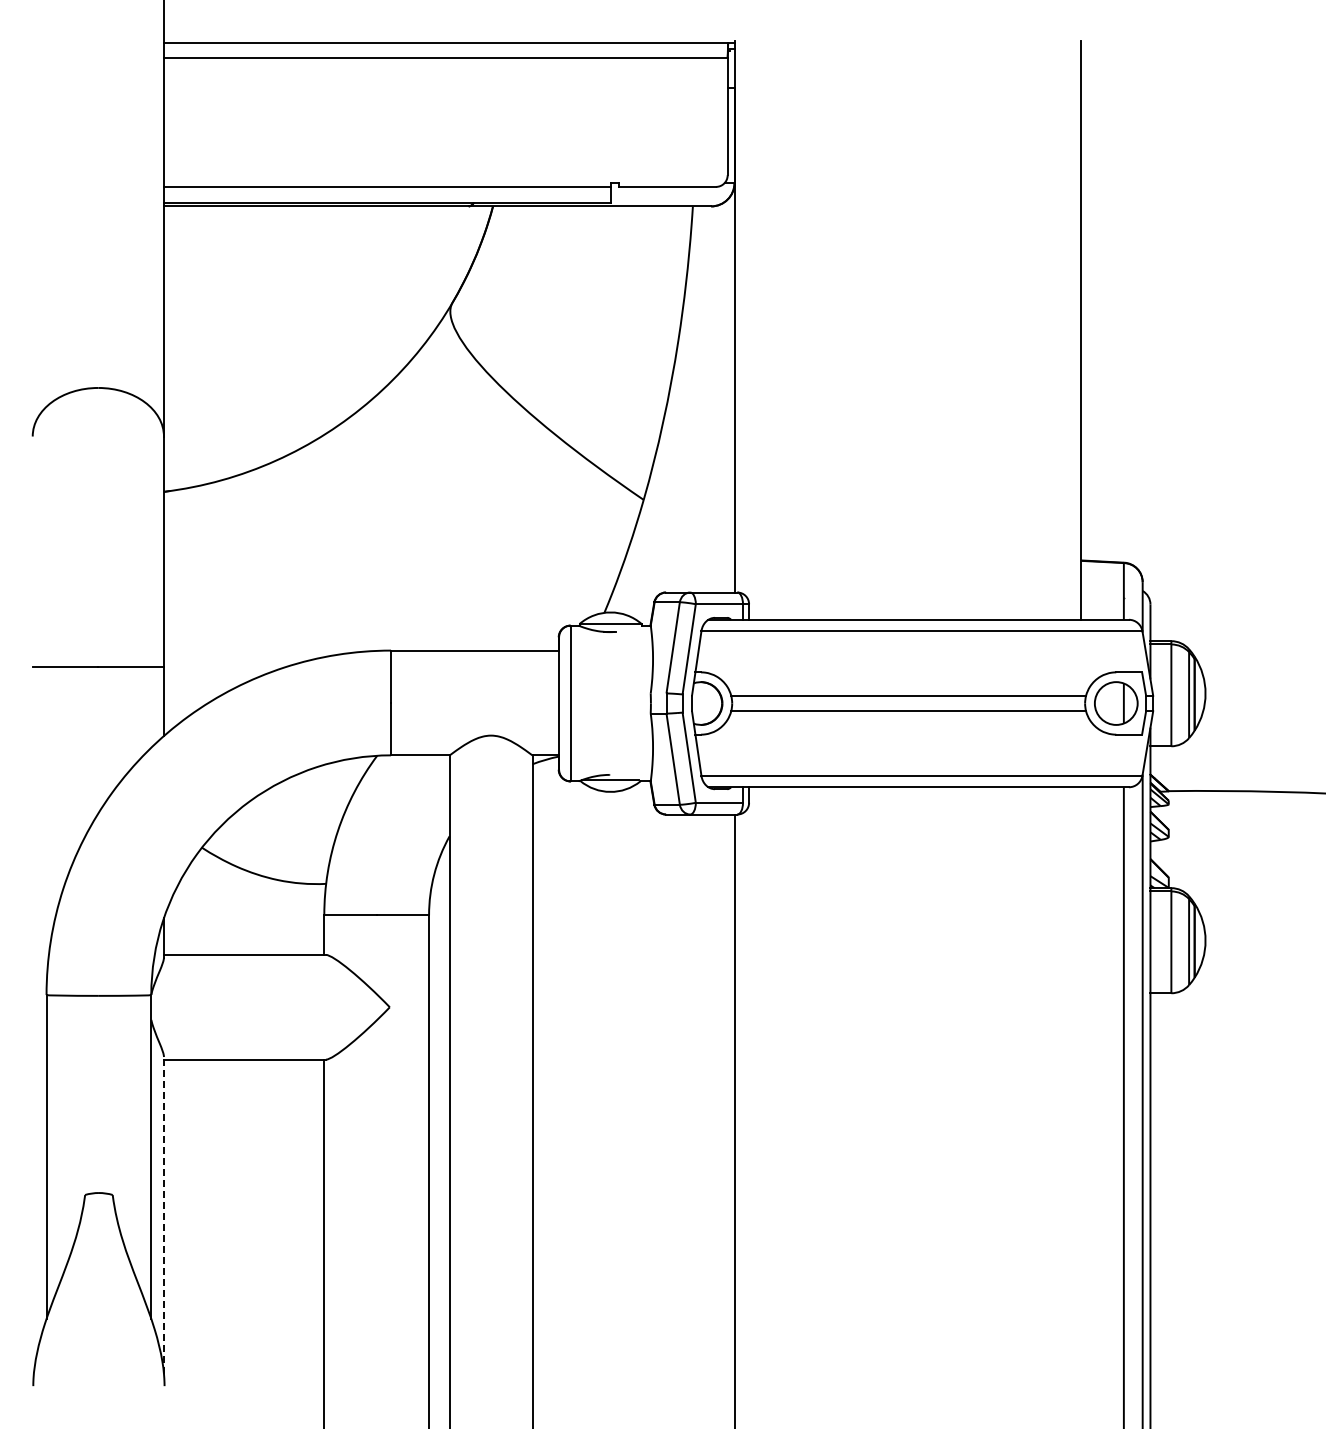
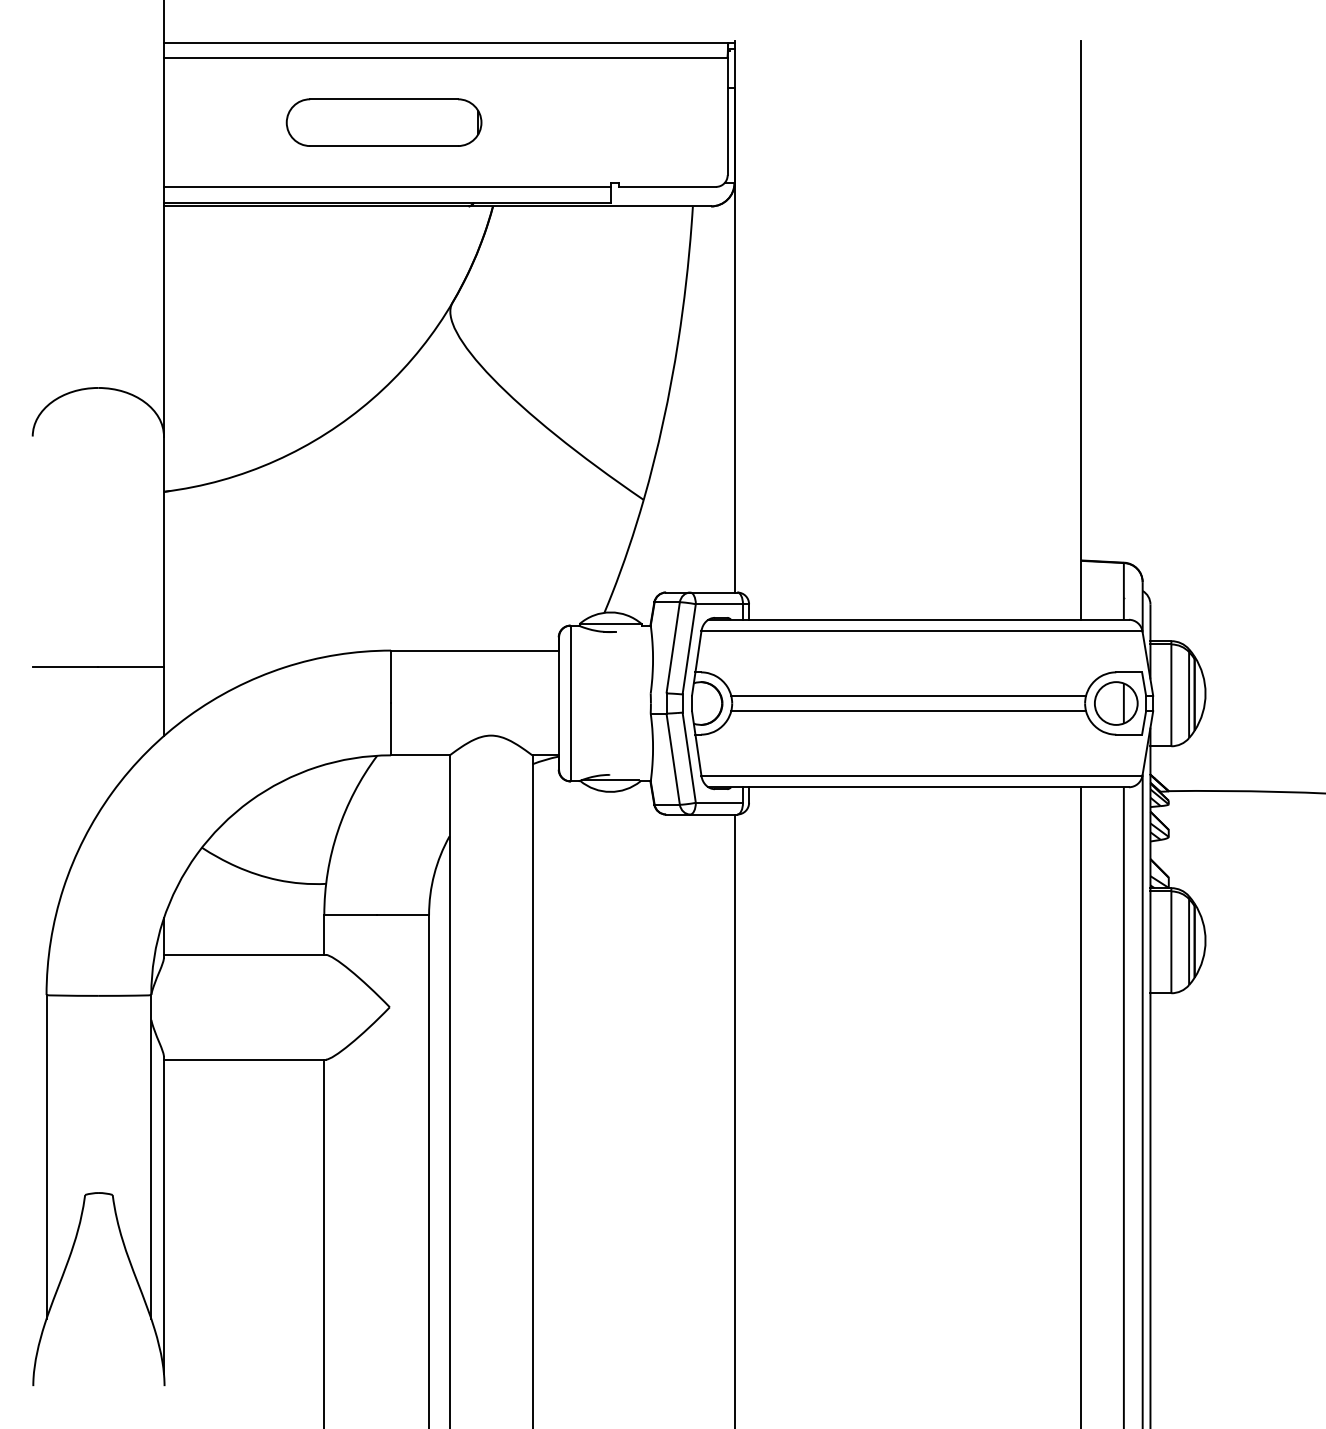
part at (383, 122): none -> present
line at (1081, 1106): none -> present
line at (163, 1214): dashed -> solid
